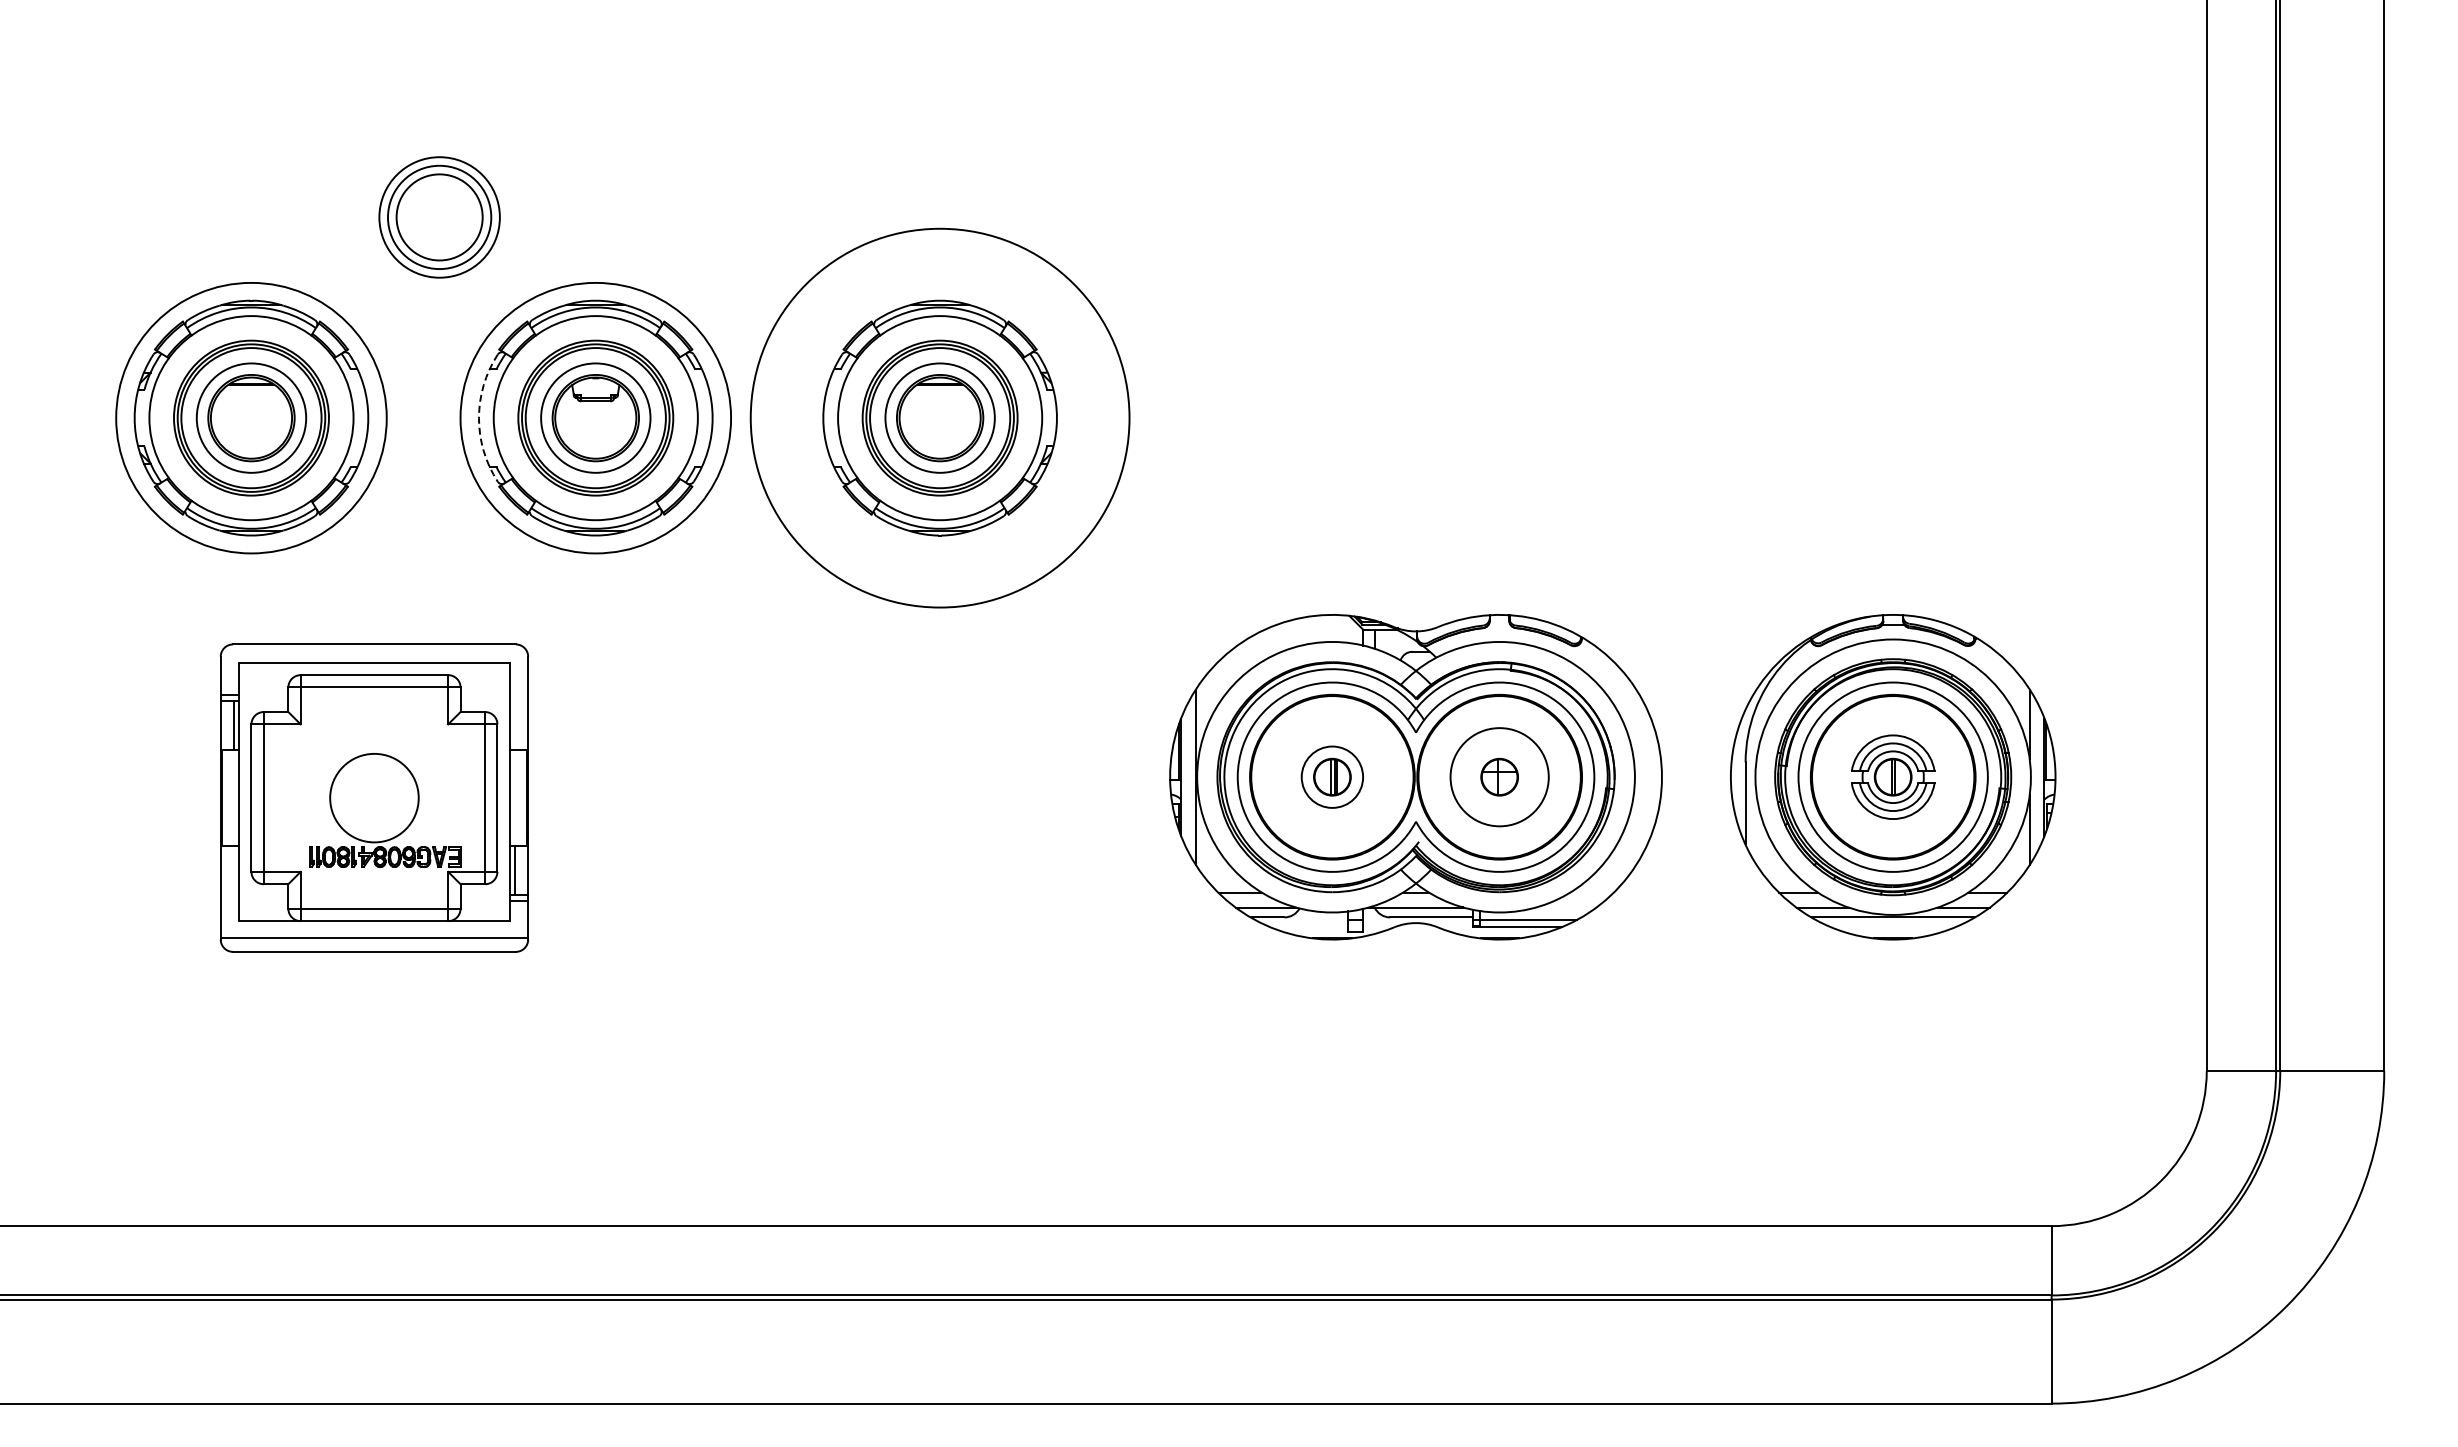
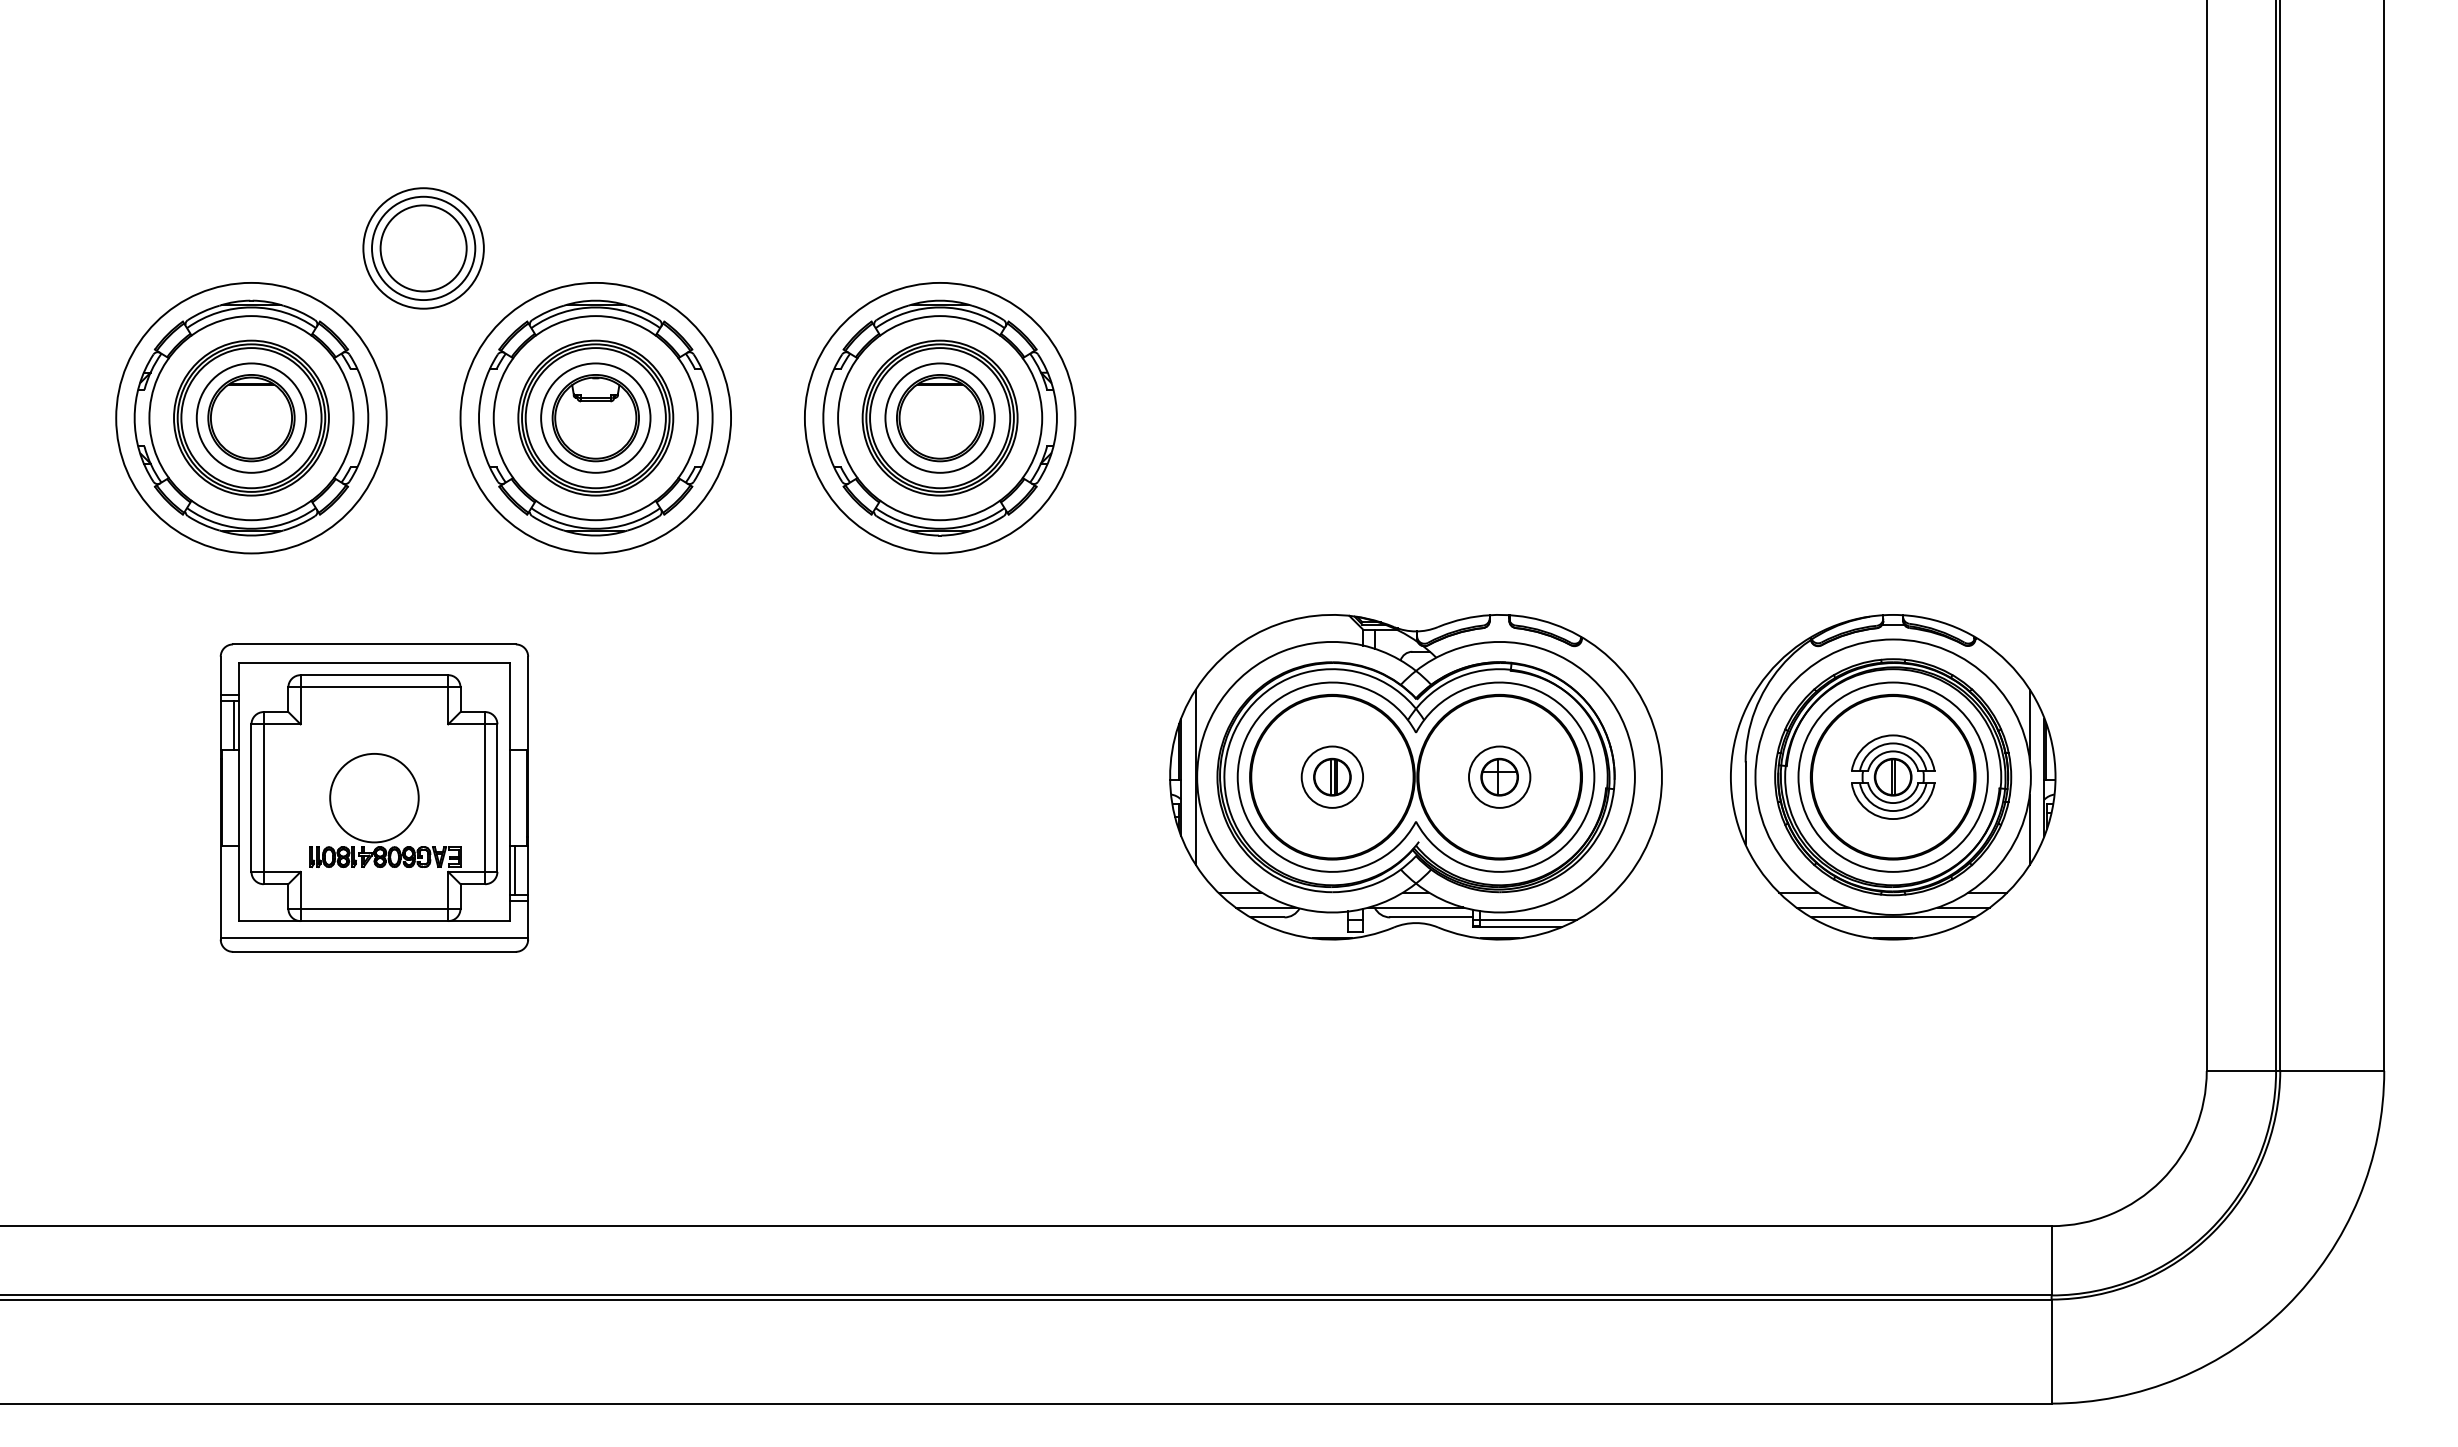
part at (439, 217) position: (439, 217) -> (423, 248)
circle at (939, 417) diameter: 379 px -> 271 px
arc at (478, 418): dashed -> solid
circle at (1499, 777) diameter: 98 px -> 61 px
